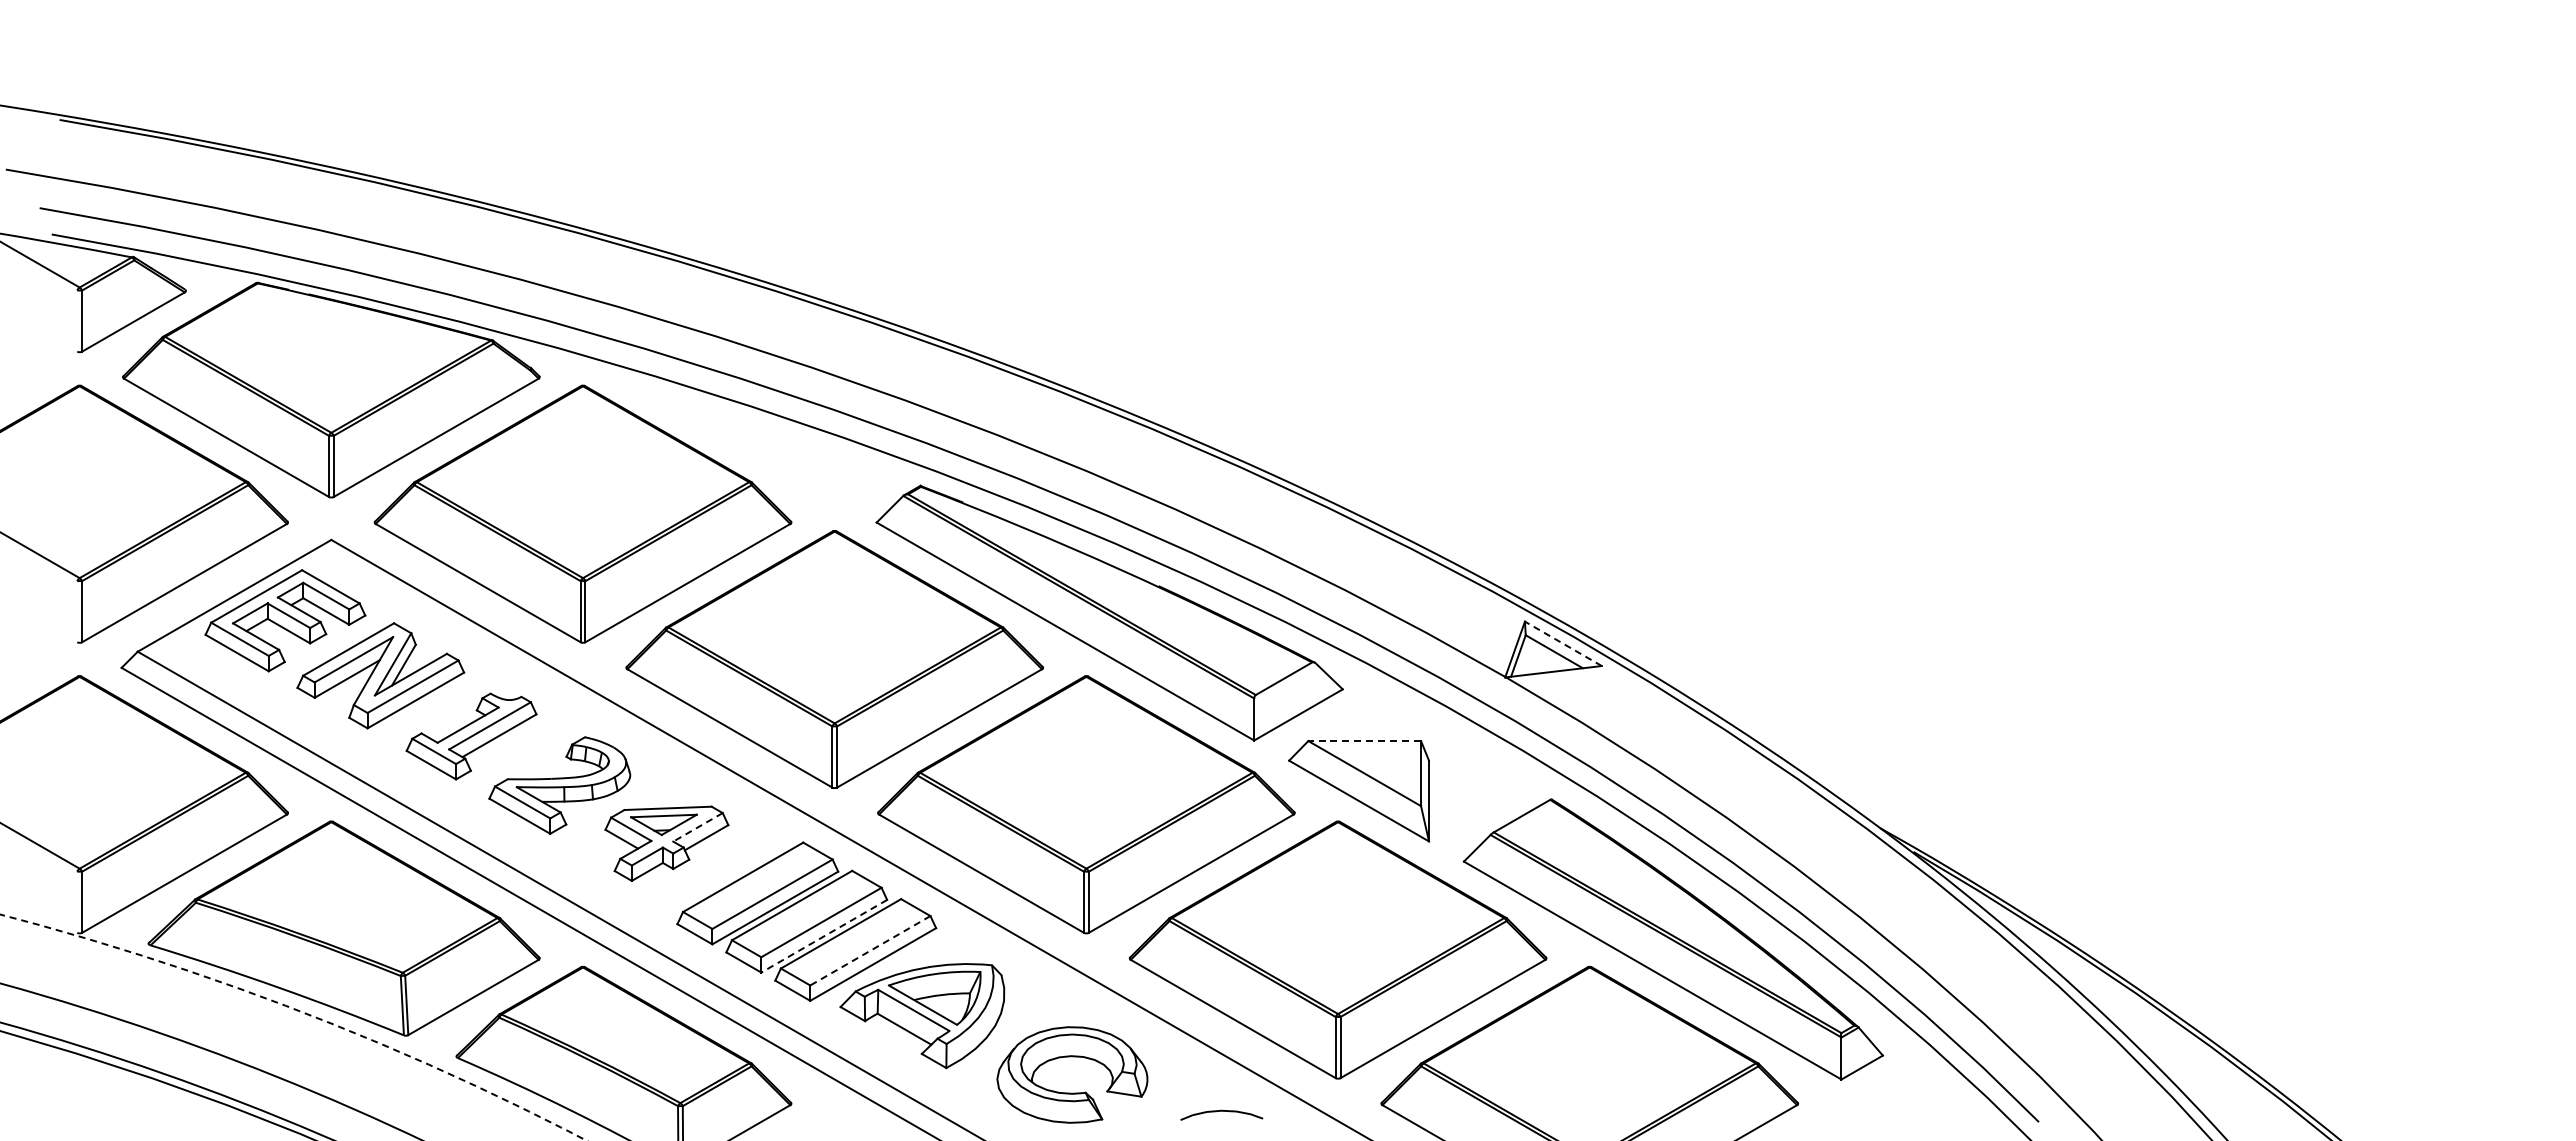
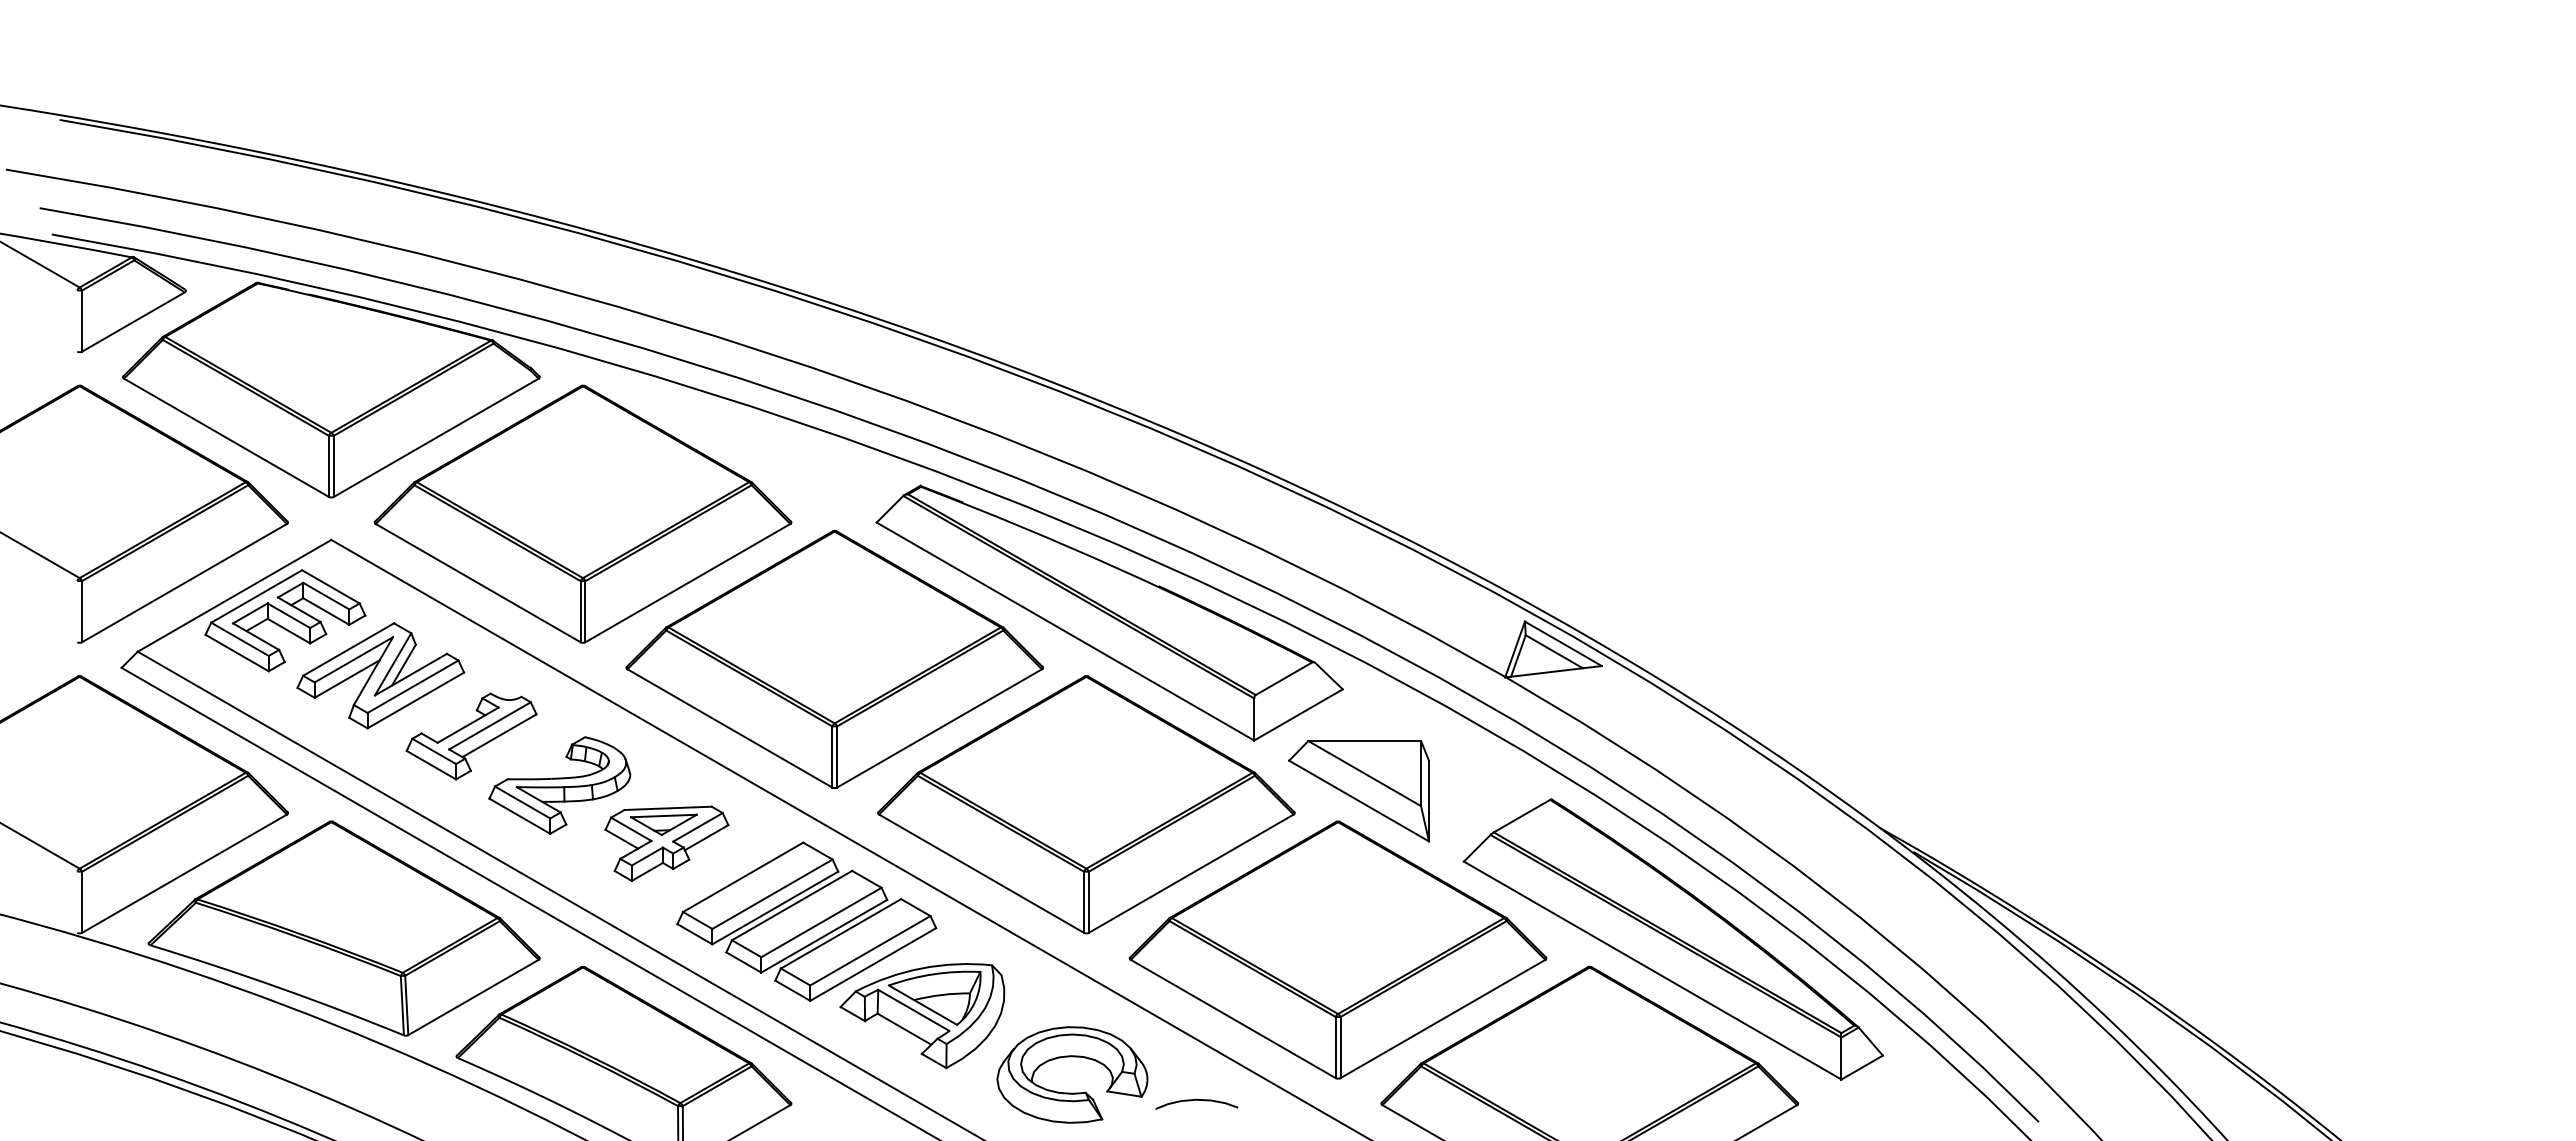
line at (1562, 643): dashed -> solid
line at (1364, 741): dashed -> solid
line at (698, 827): dashed -> solid
line at (824, 936): dashed -> solid
line at (869, 951): dashed -> solid
arc at (299, 1011): dashed -> solid
curve at (1221, 1111) position: (1221, 1111) -> (1196, 1100)
